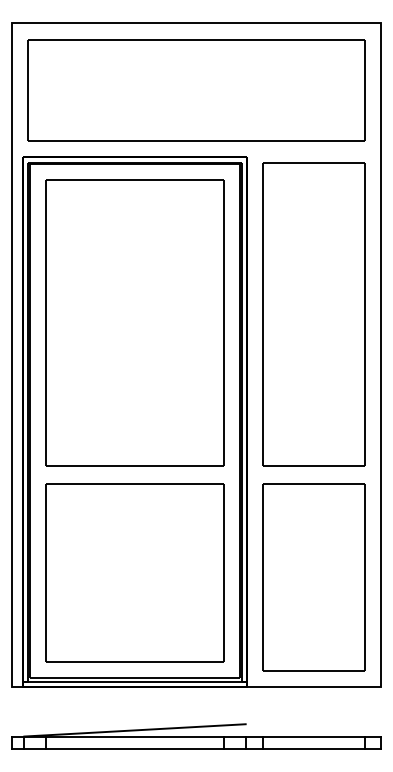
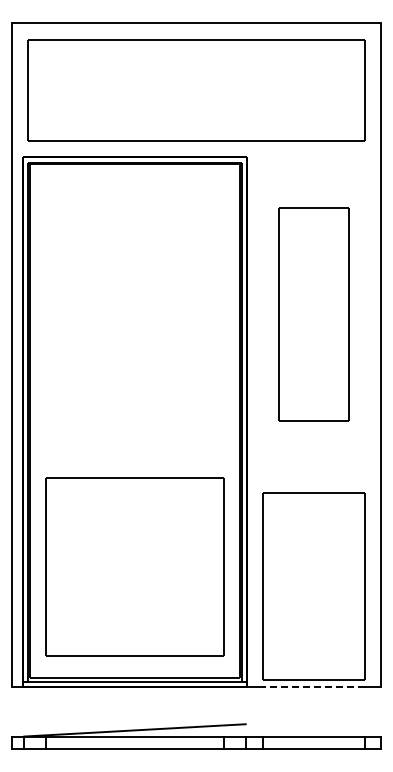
part at (313, 314) size: 104x305 px -> 72x215 px
part at (134, 322): present -> none
part at (134, 572) position: (134, 572) -> (134, 566)
part at (313, 577) position: (313, 577) -> (313, 586)
line at (313, 687): solid -> dashed
